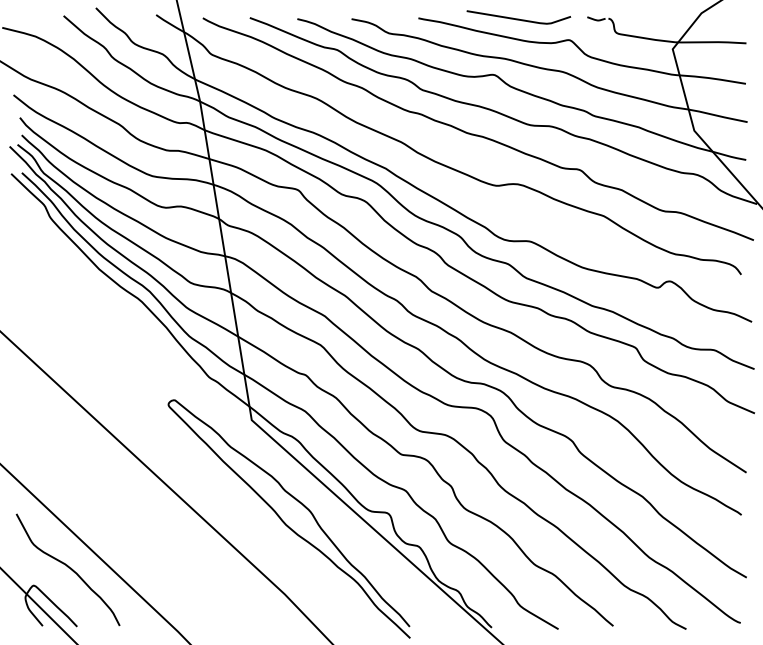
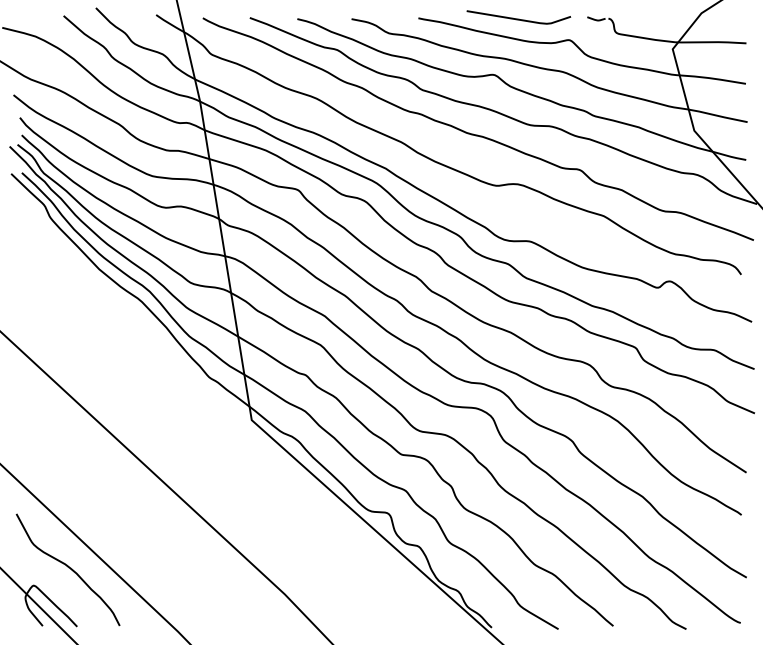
curve at (284, 521): present -> none
